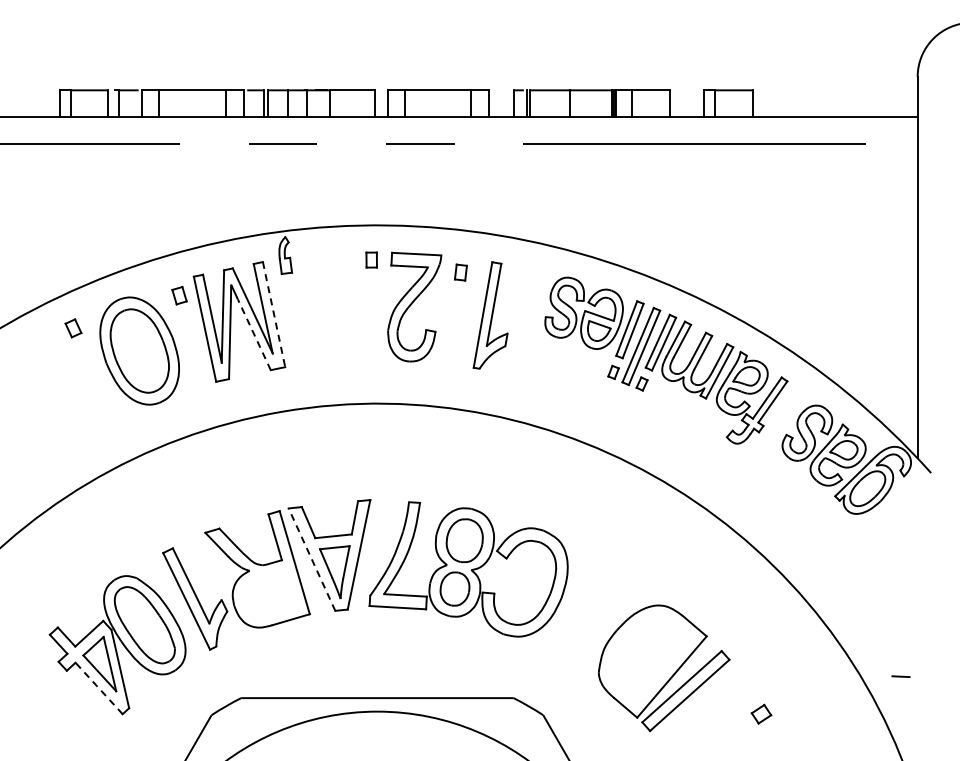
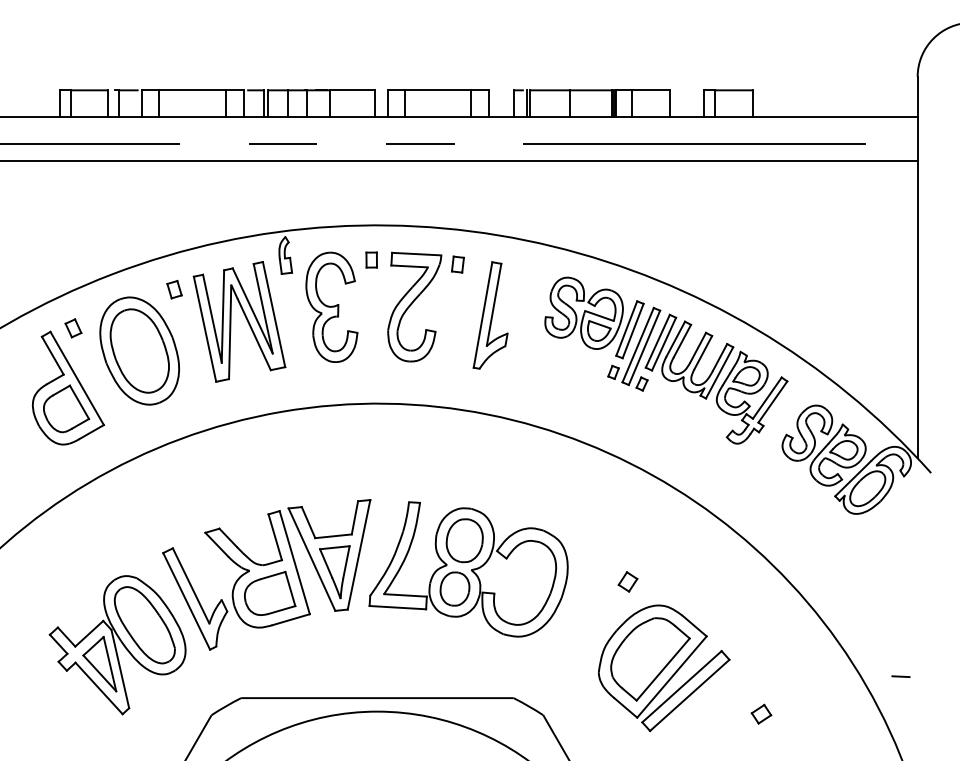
line at (459, 161): none -> present
part at (460, 272) position: (460, 272) -> (457, 264)
part at (179, 295) position: (179, 295) -> (174, 289)
part at (331, 306): none -> present
line at (274, 314): dashed -> solid
line at (254, 334): dashed -> solid
part at (67, 387): none -> present
line at (311, 559): dashed -> solid
part at (627, 581): none -> present
part at (270, 592): none -> present
part at (650, 659): none -> present
line at (99, 688): dashed -> solid
